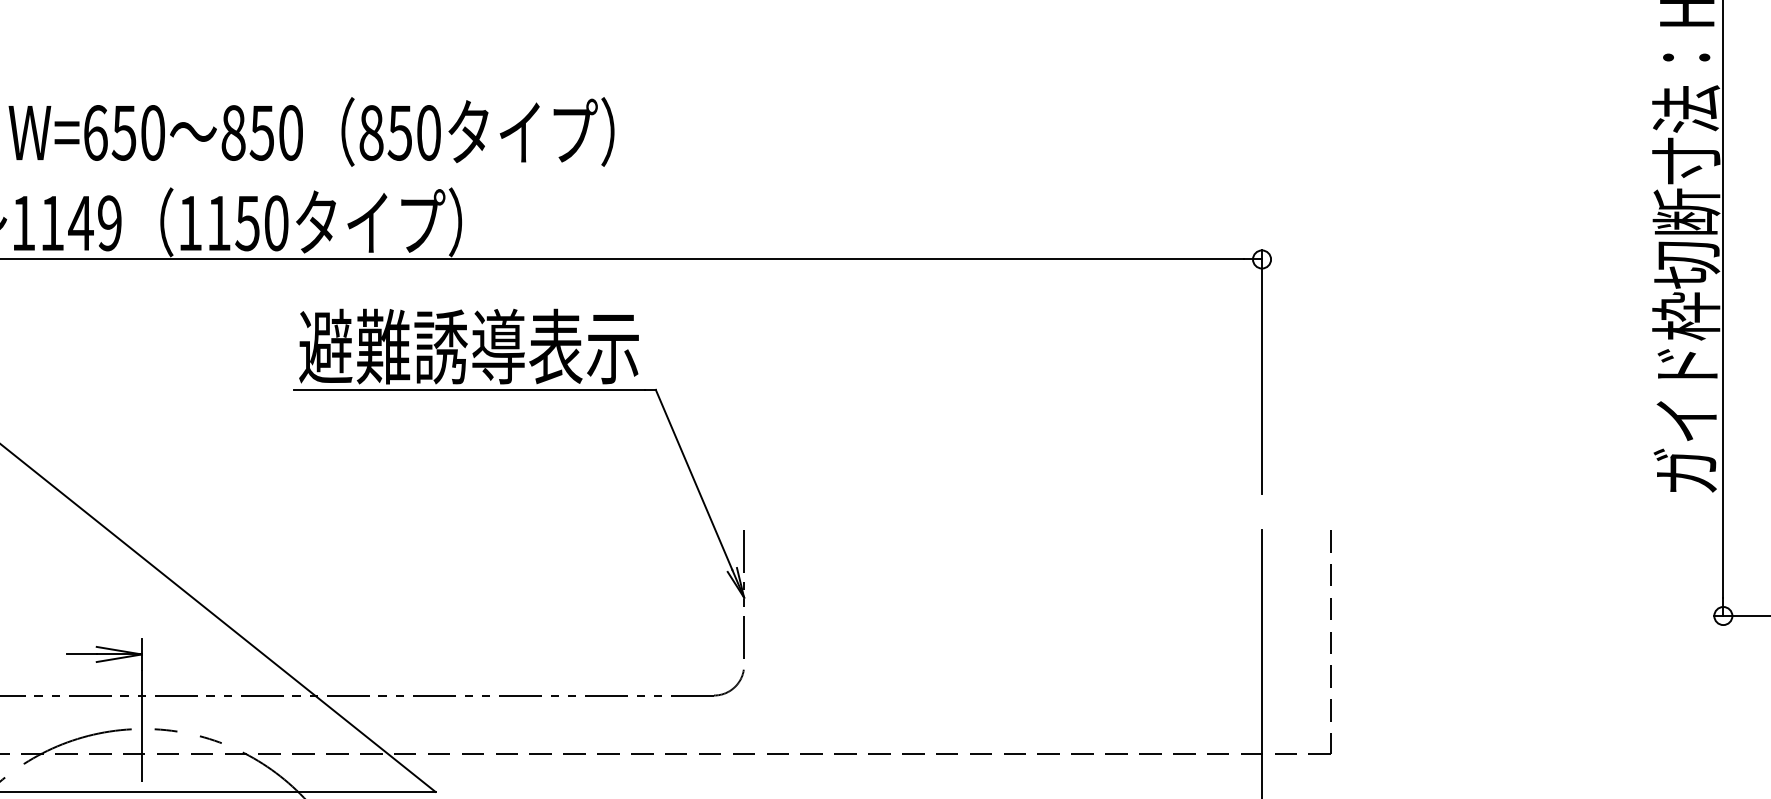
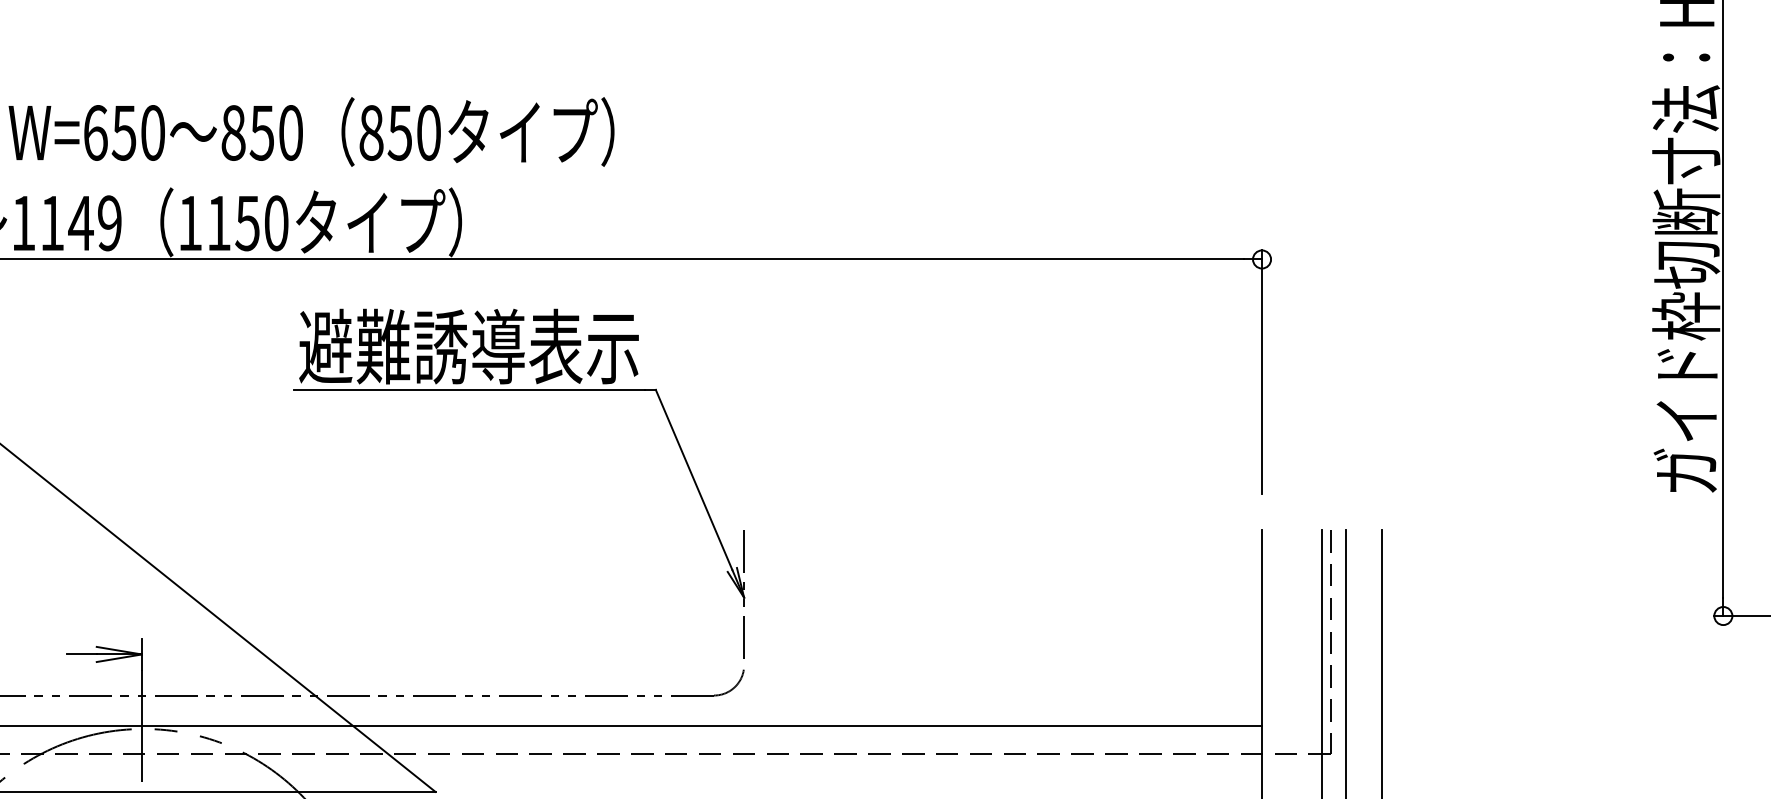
line at (1321, 662): none -> present
line at (1346, 662): none -> present
line at (1382, 662): none -> present
line at (632, 725): none -> present
